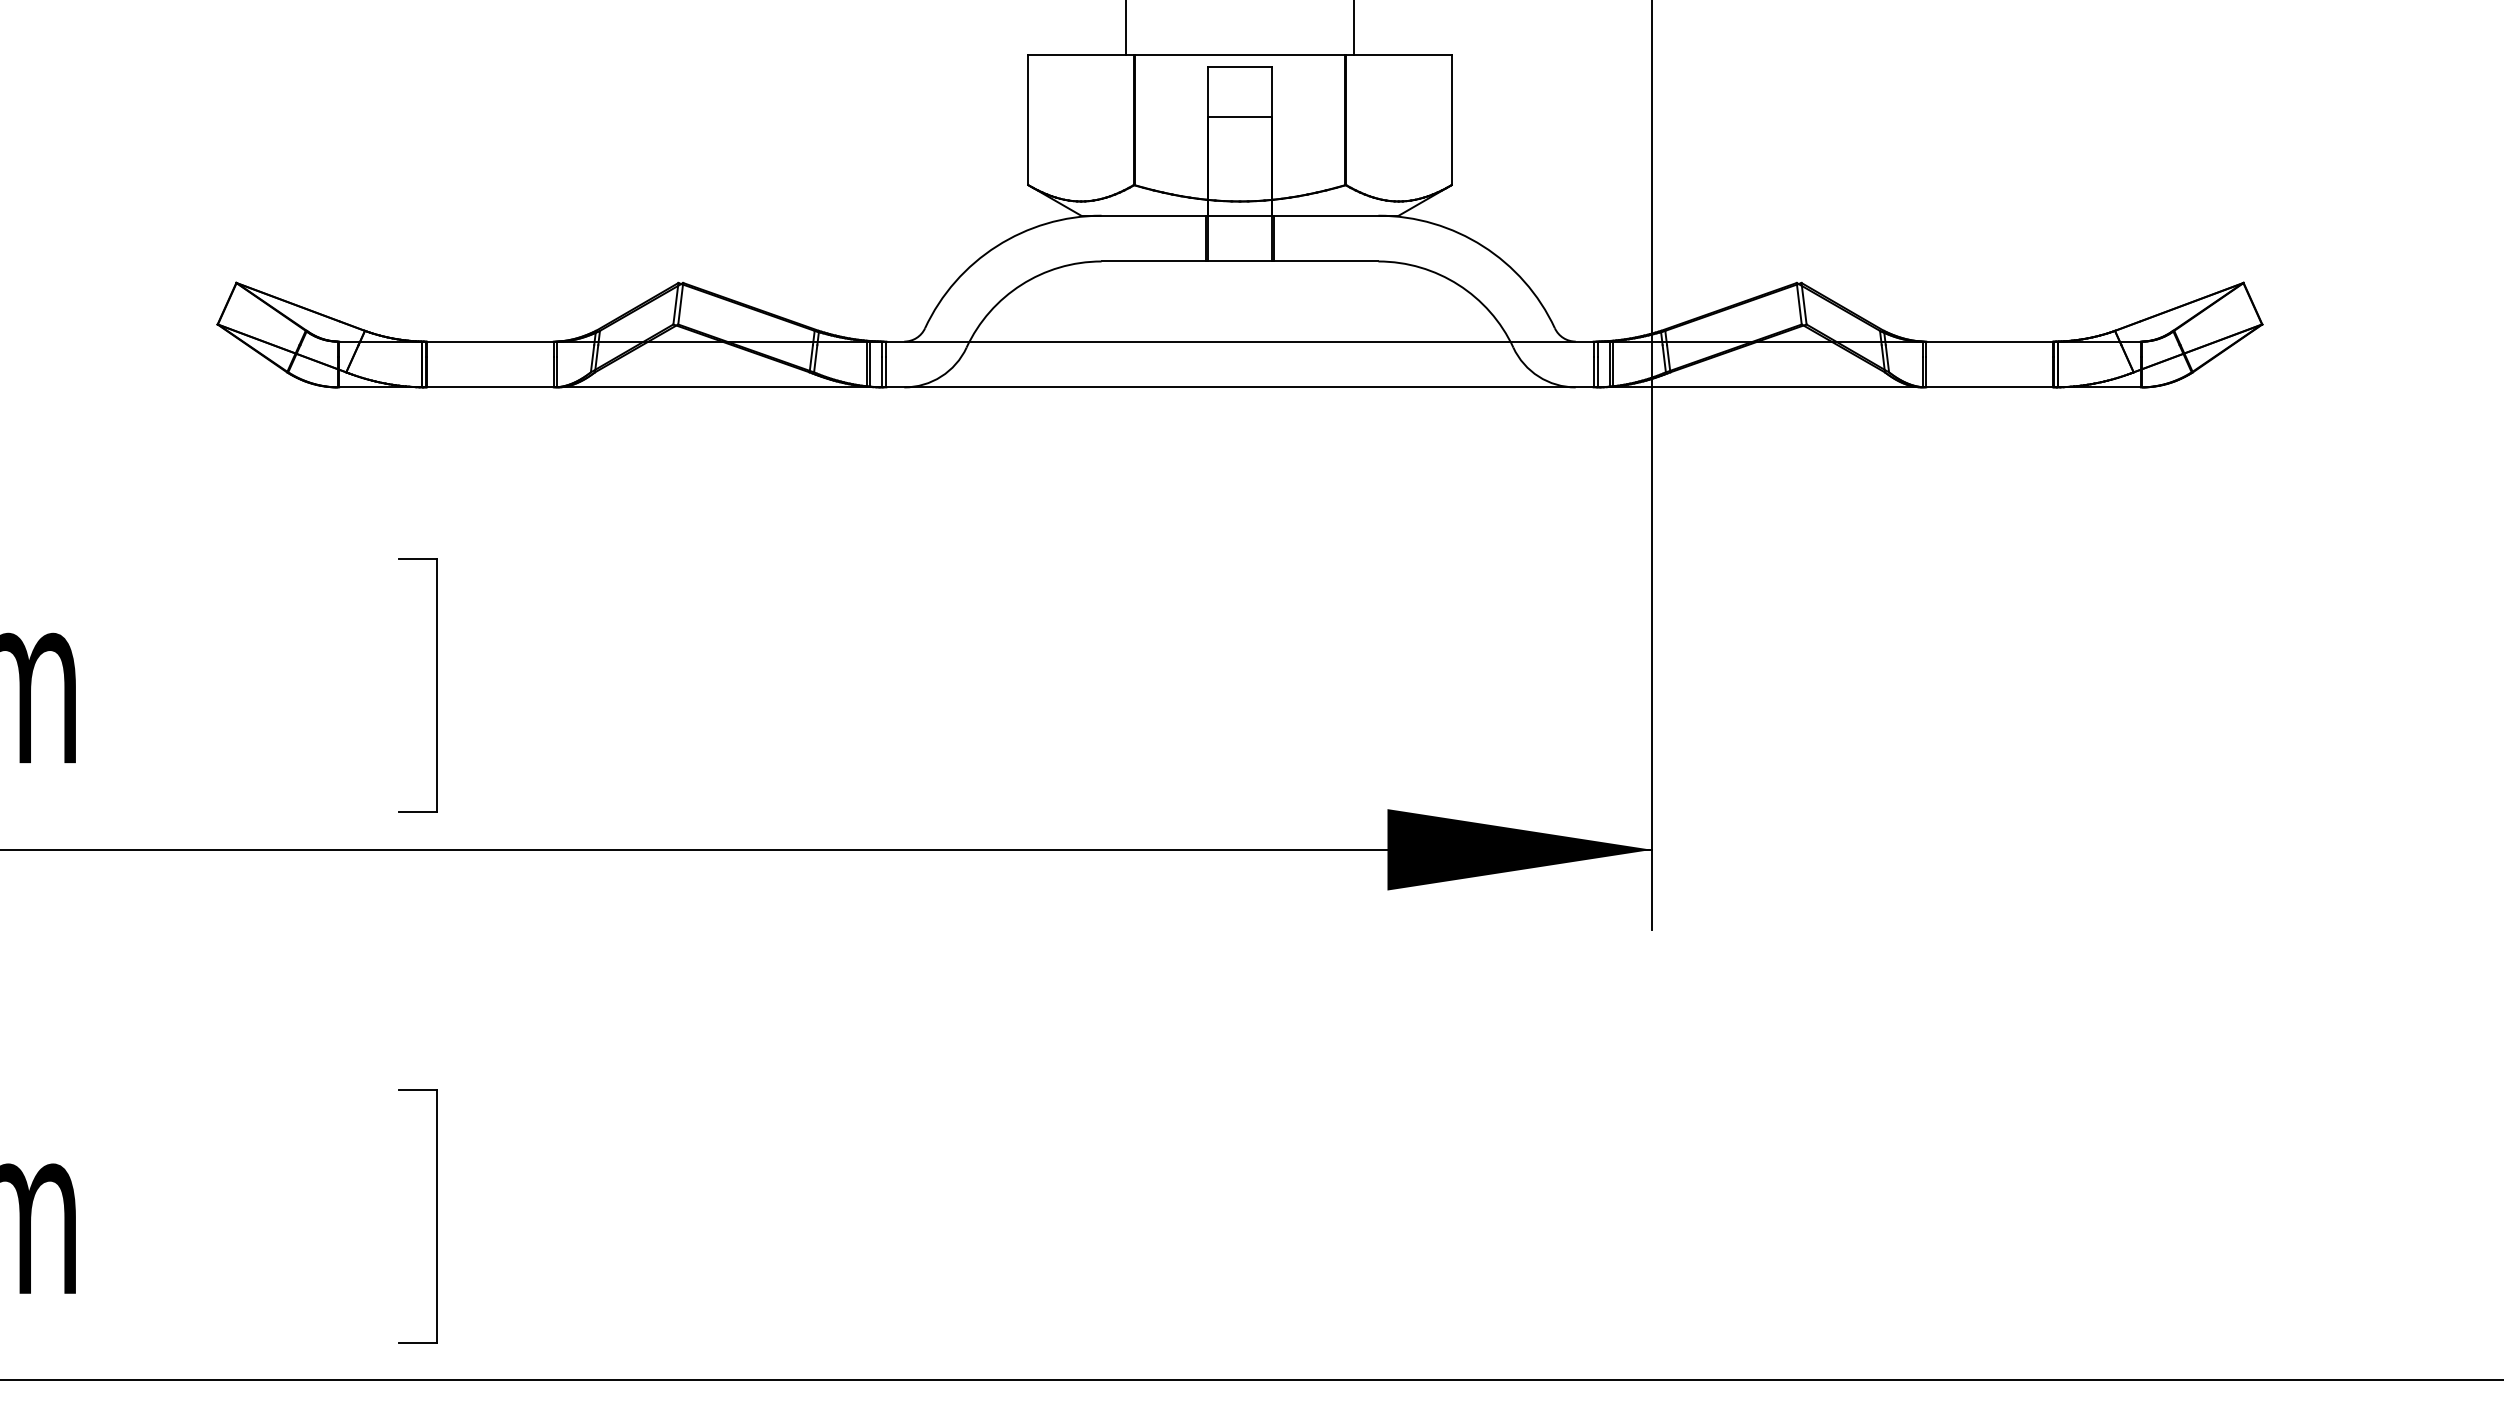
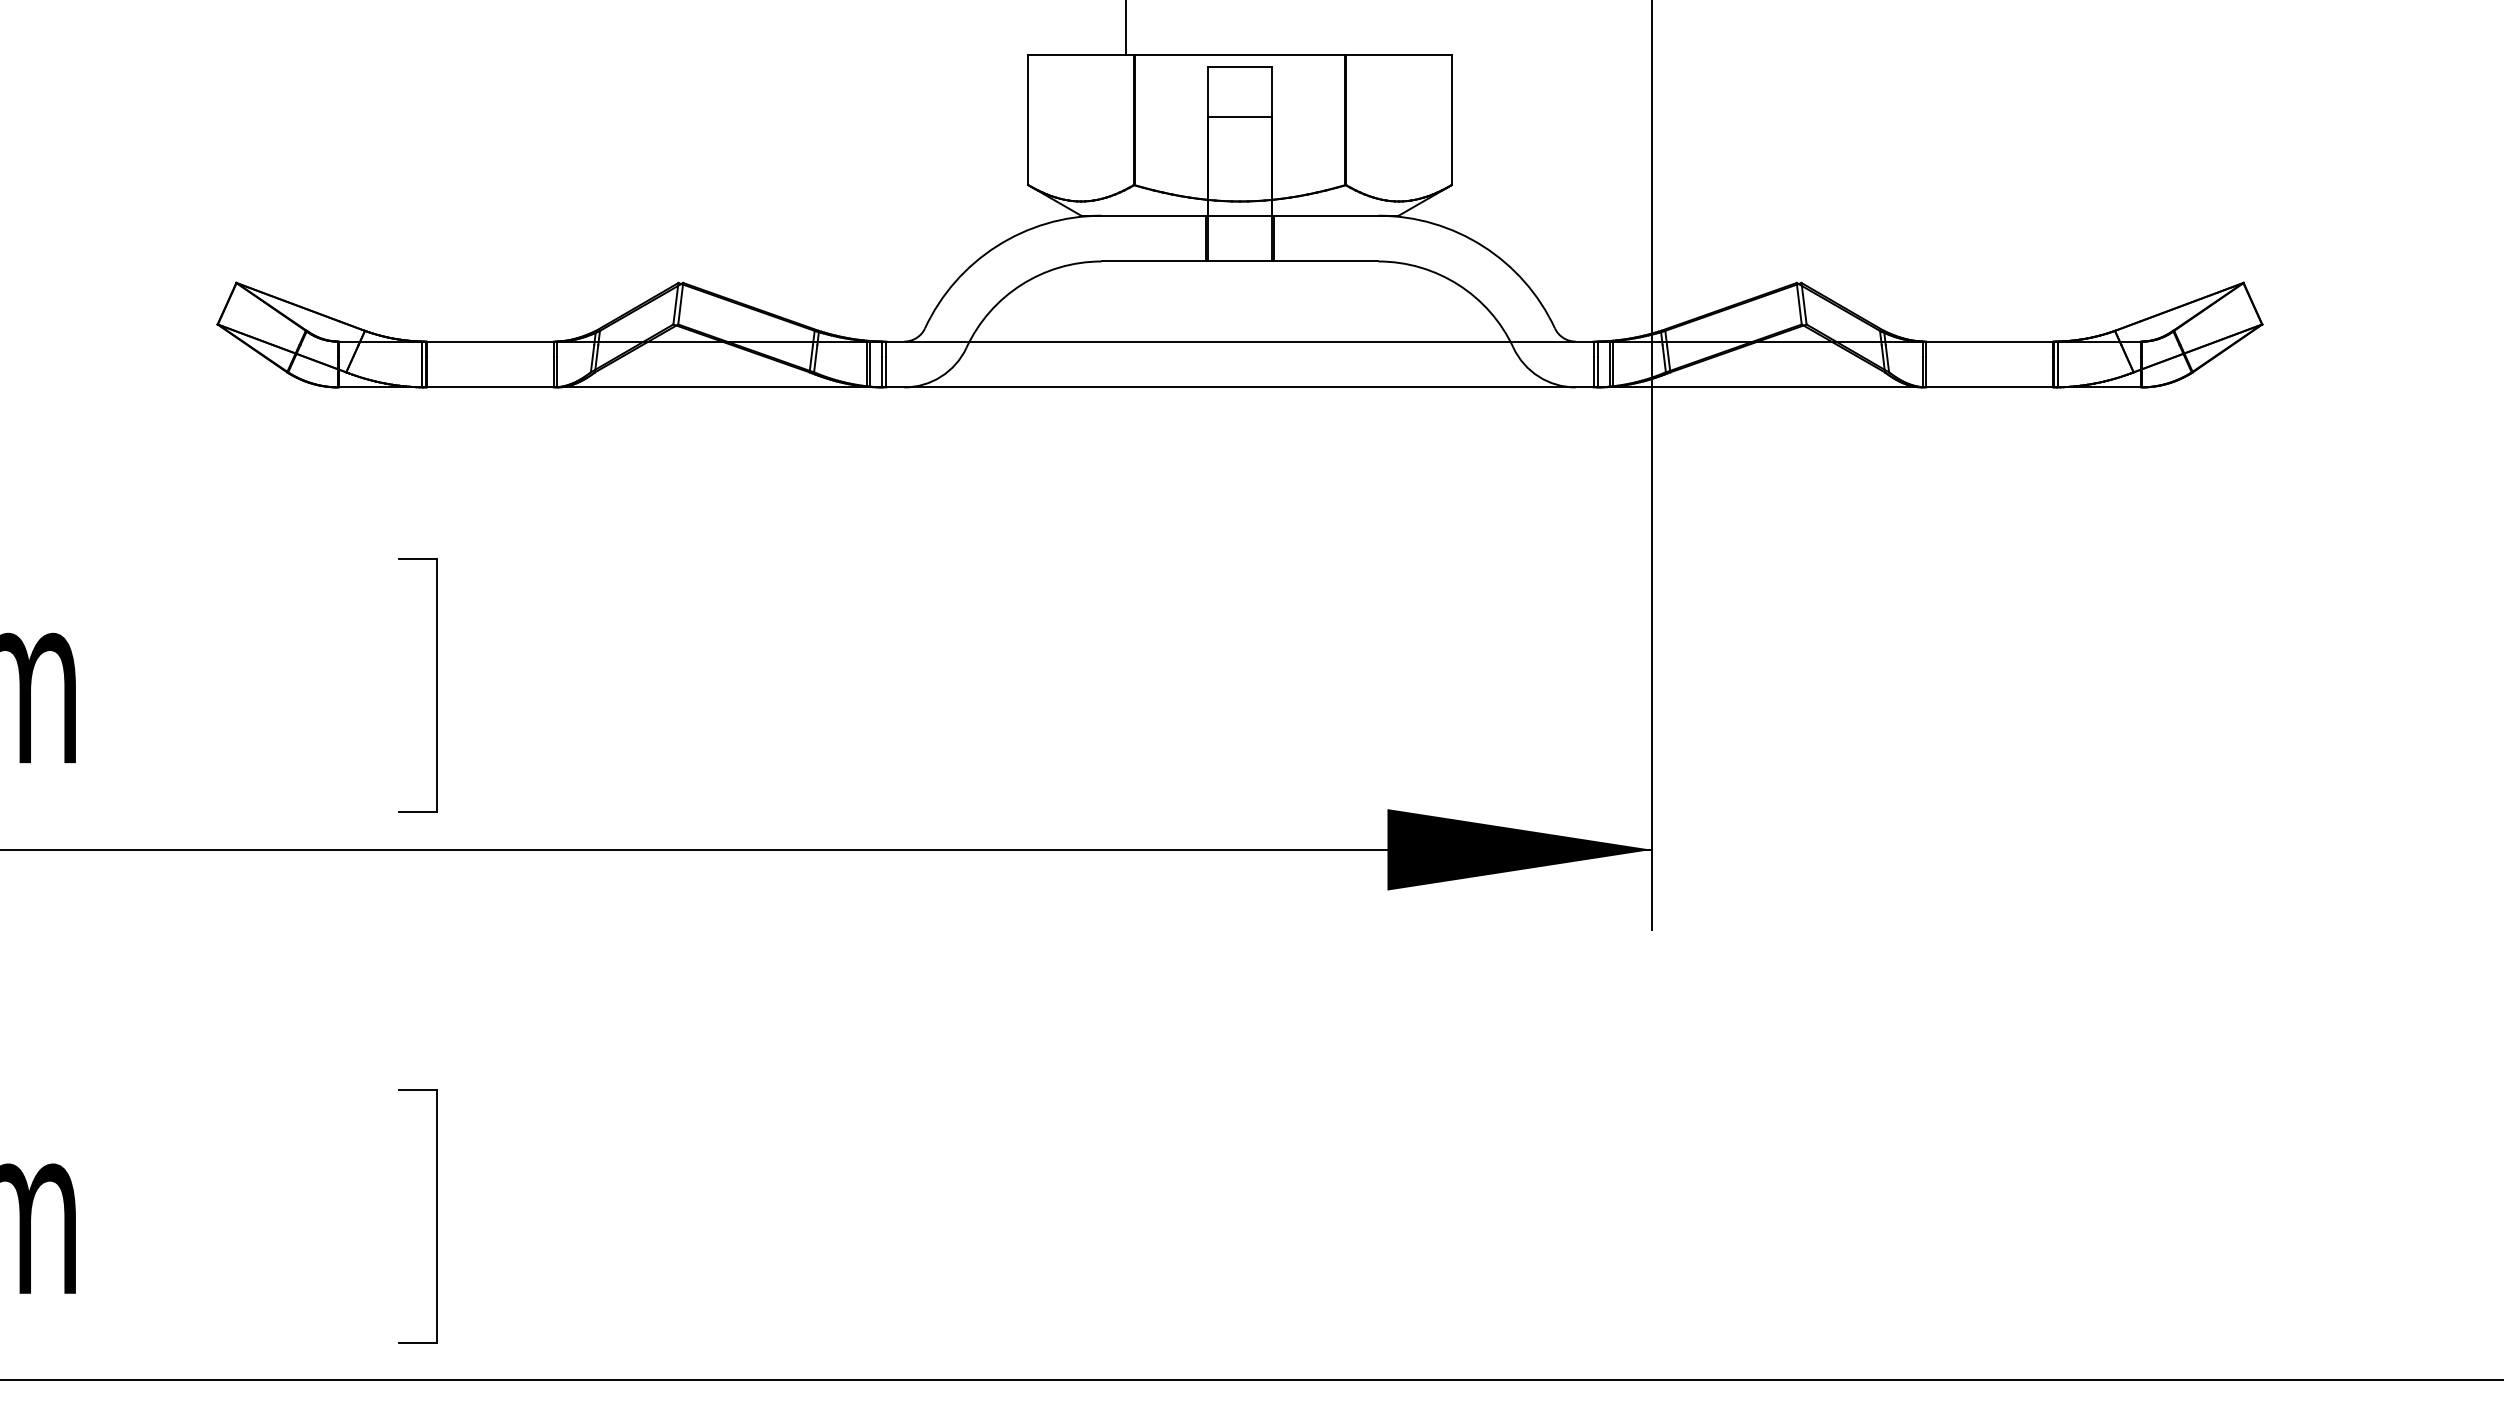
line at (1354, 28): present -> none
